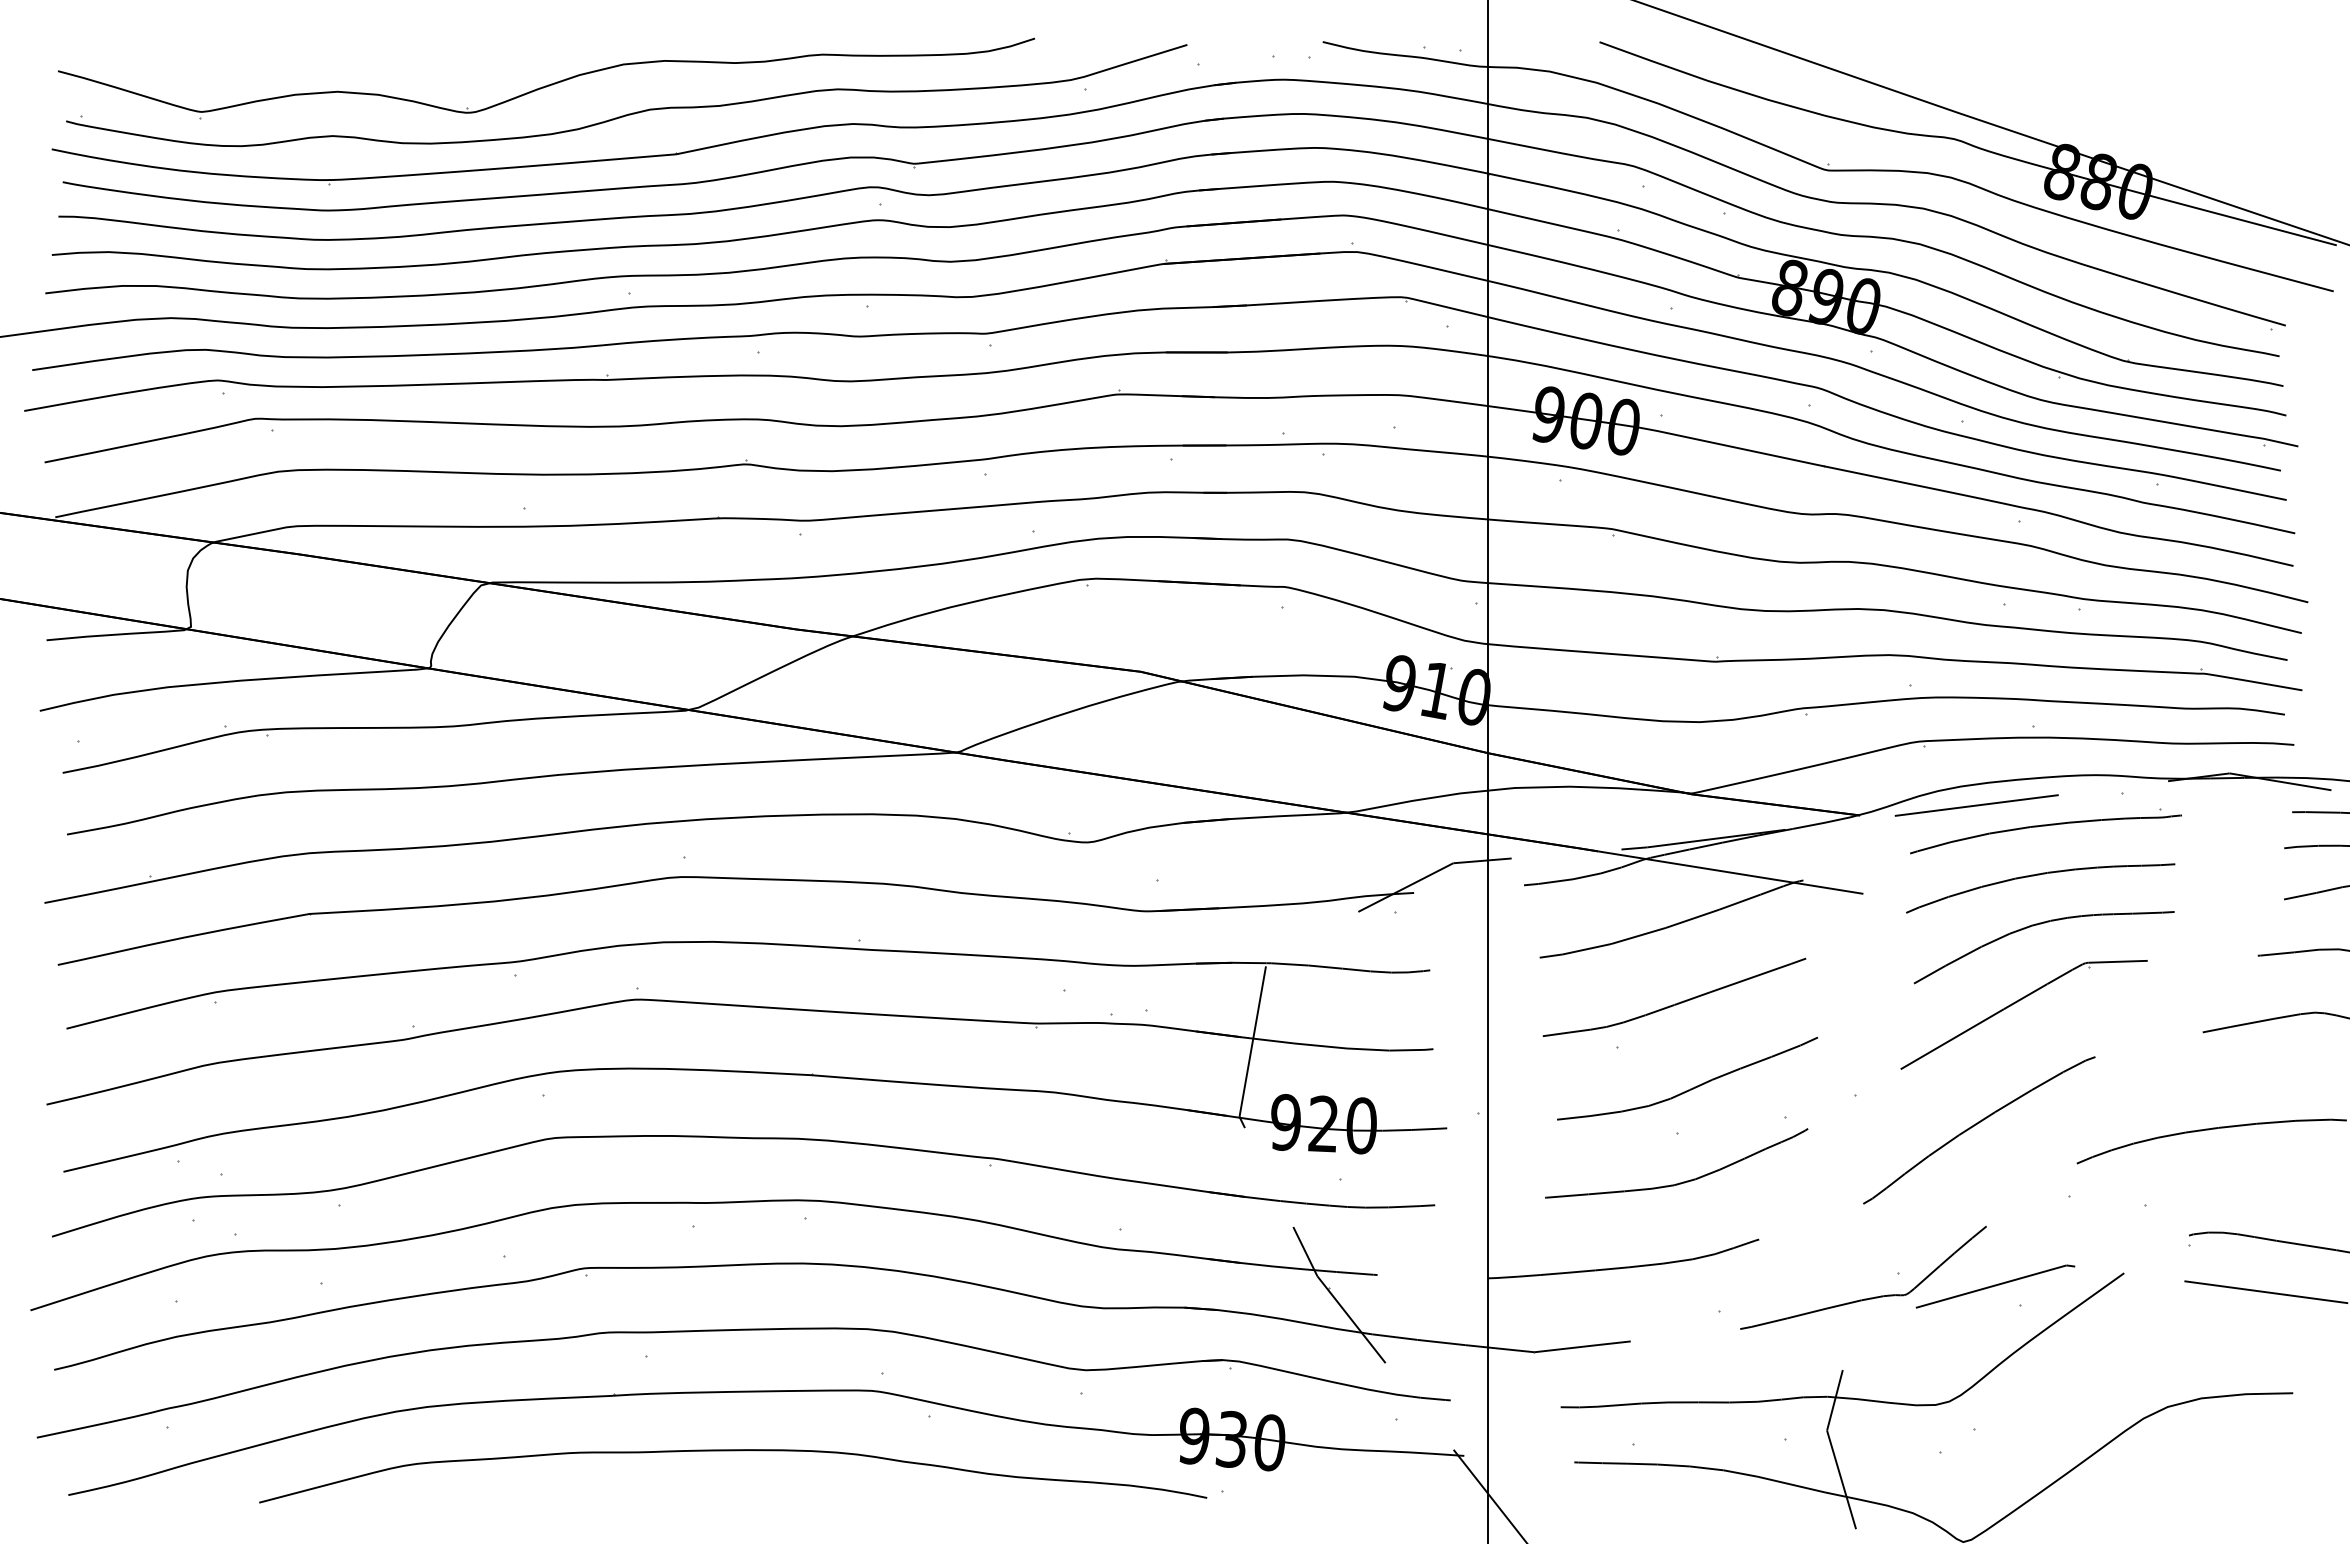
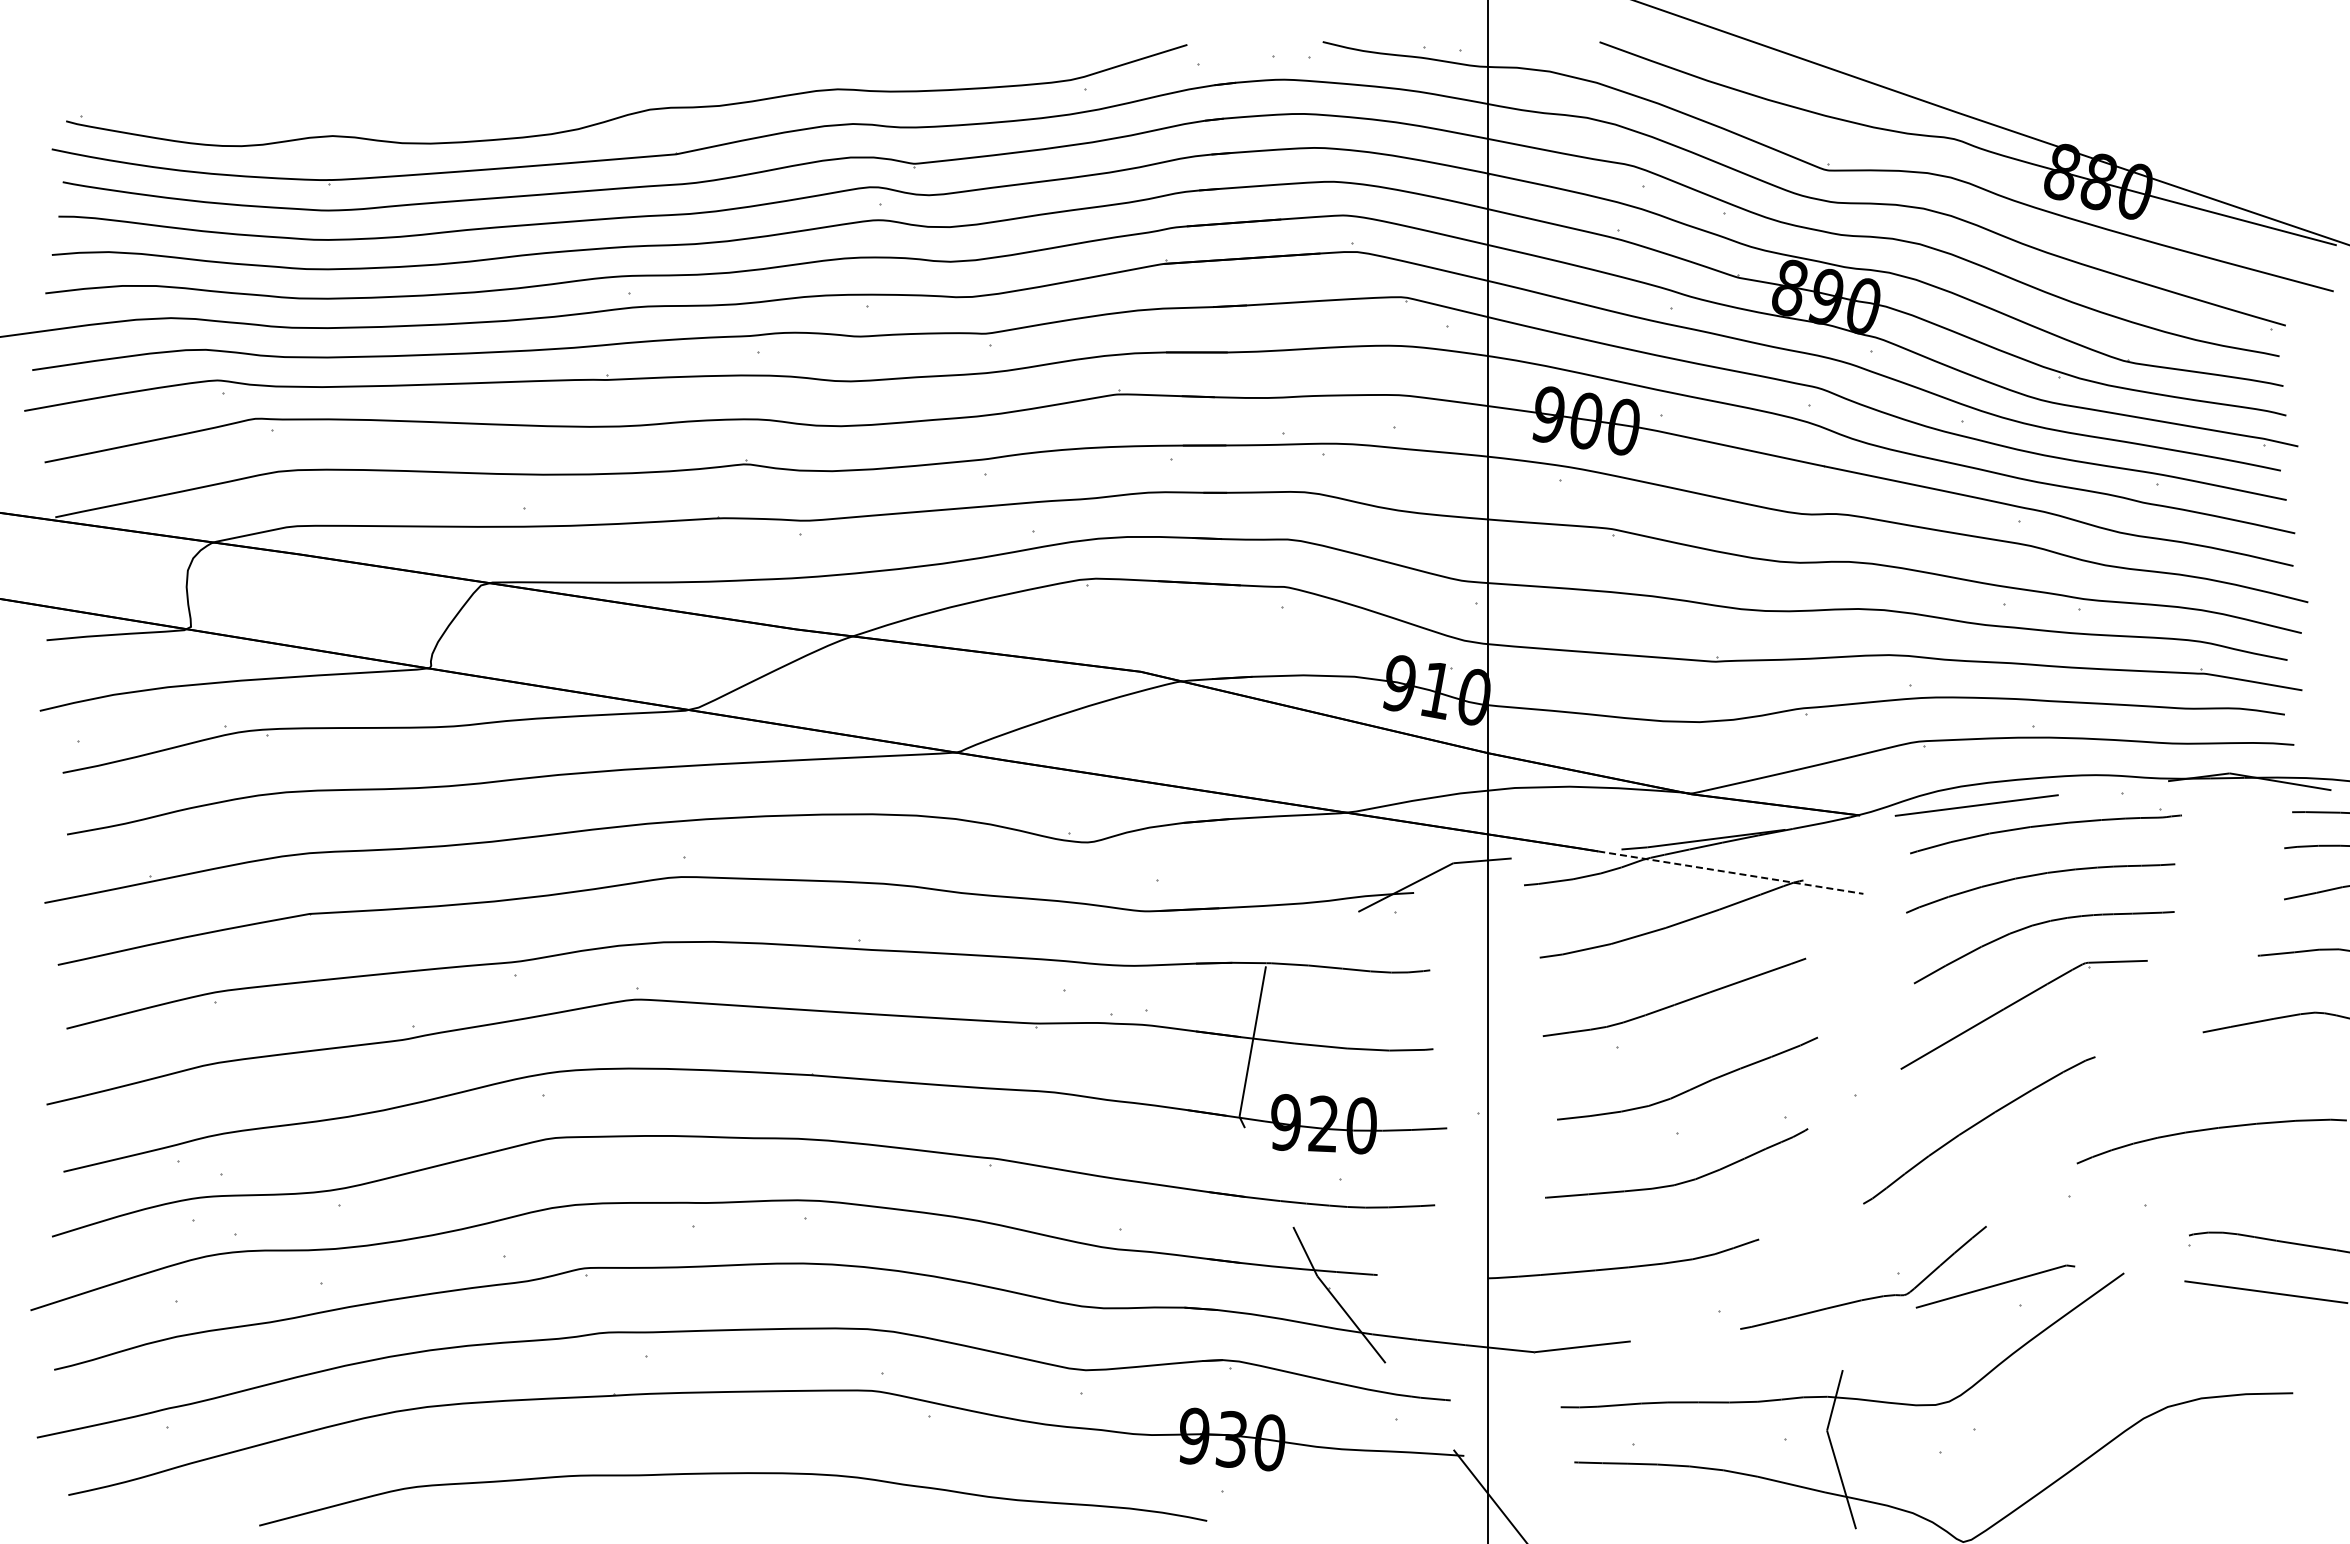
part at (548, 84): present -> none
line at (1731, 872): solid -> dashed
curve at (733, 1451) position: (733, 1451) -> (733, 1474)
